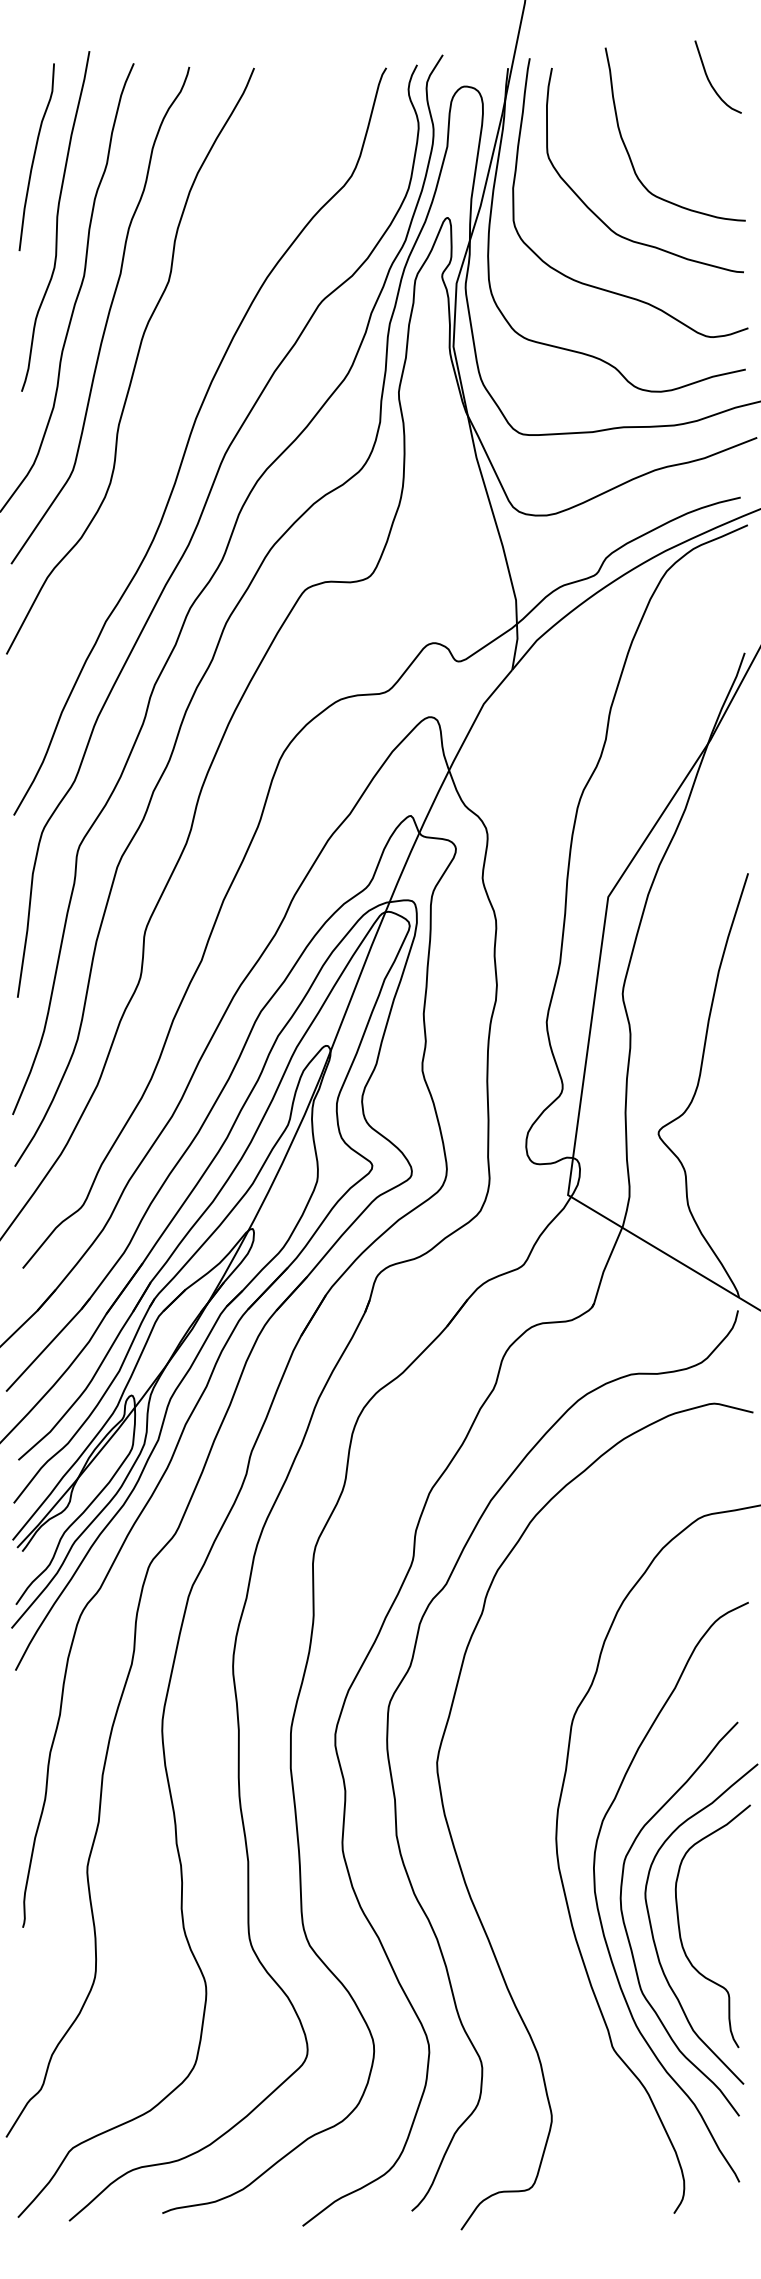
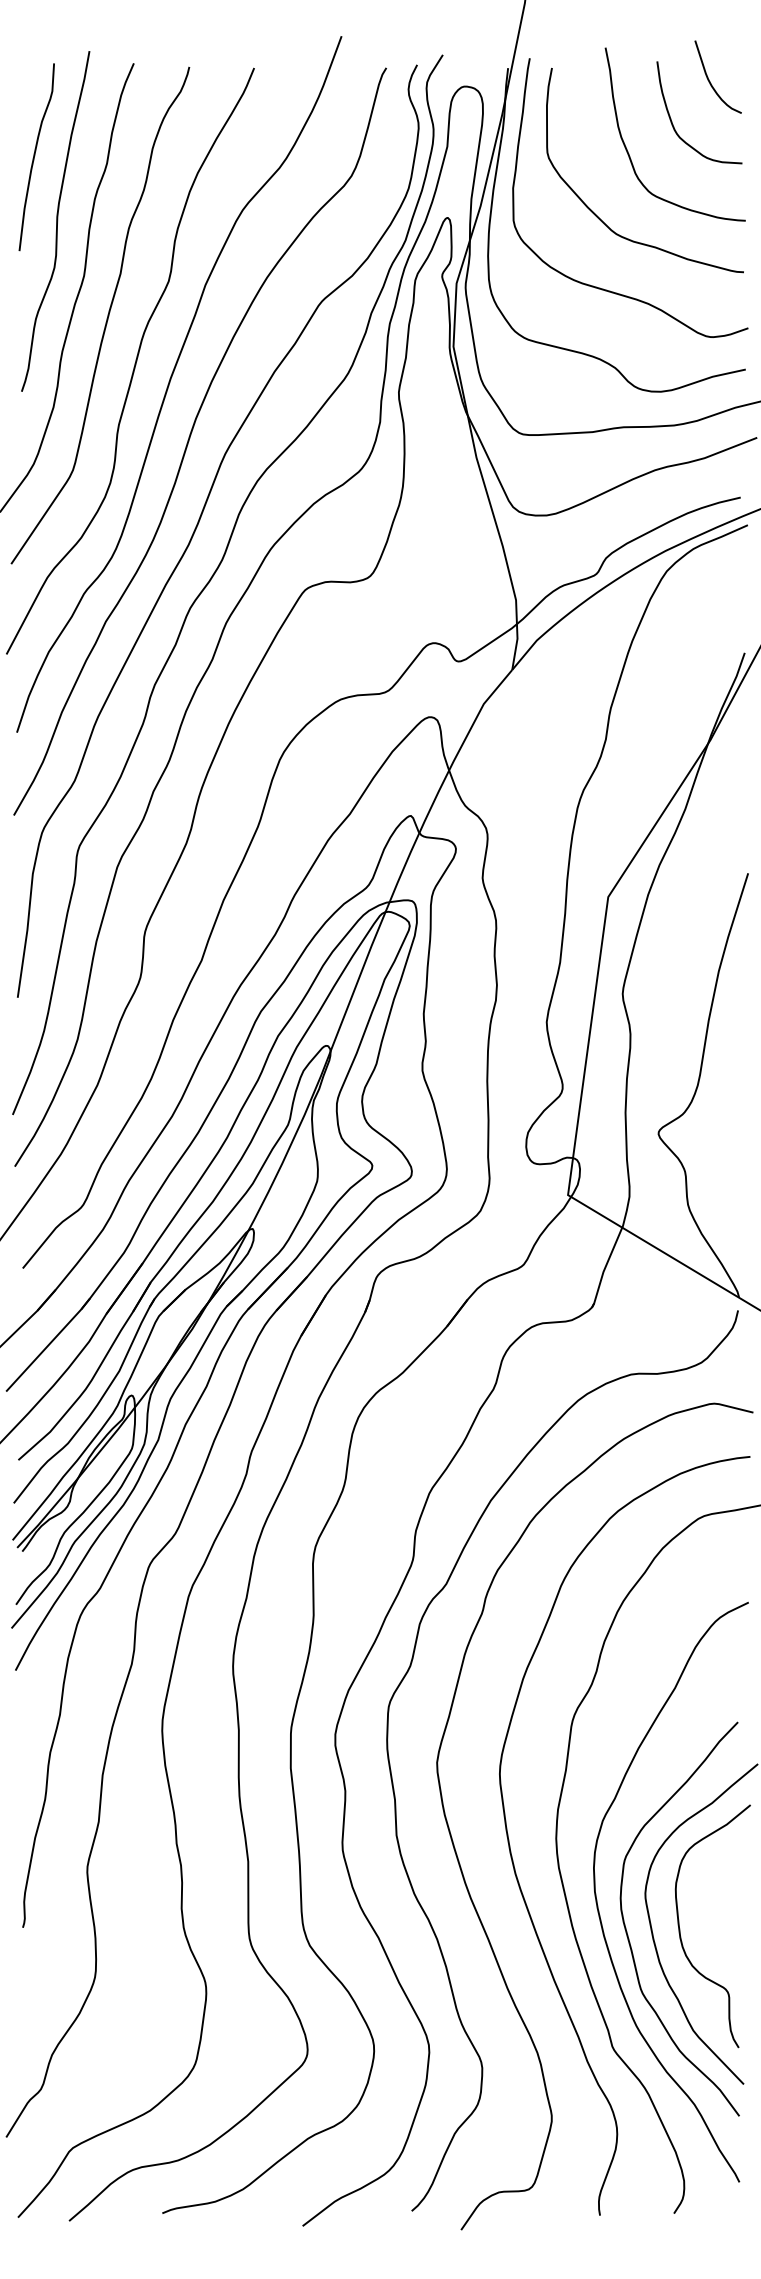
curve at (672, 121): none -> present
curve at (170, 382): none -> present
curve at (514, 1864): none -> present
